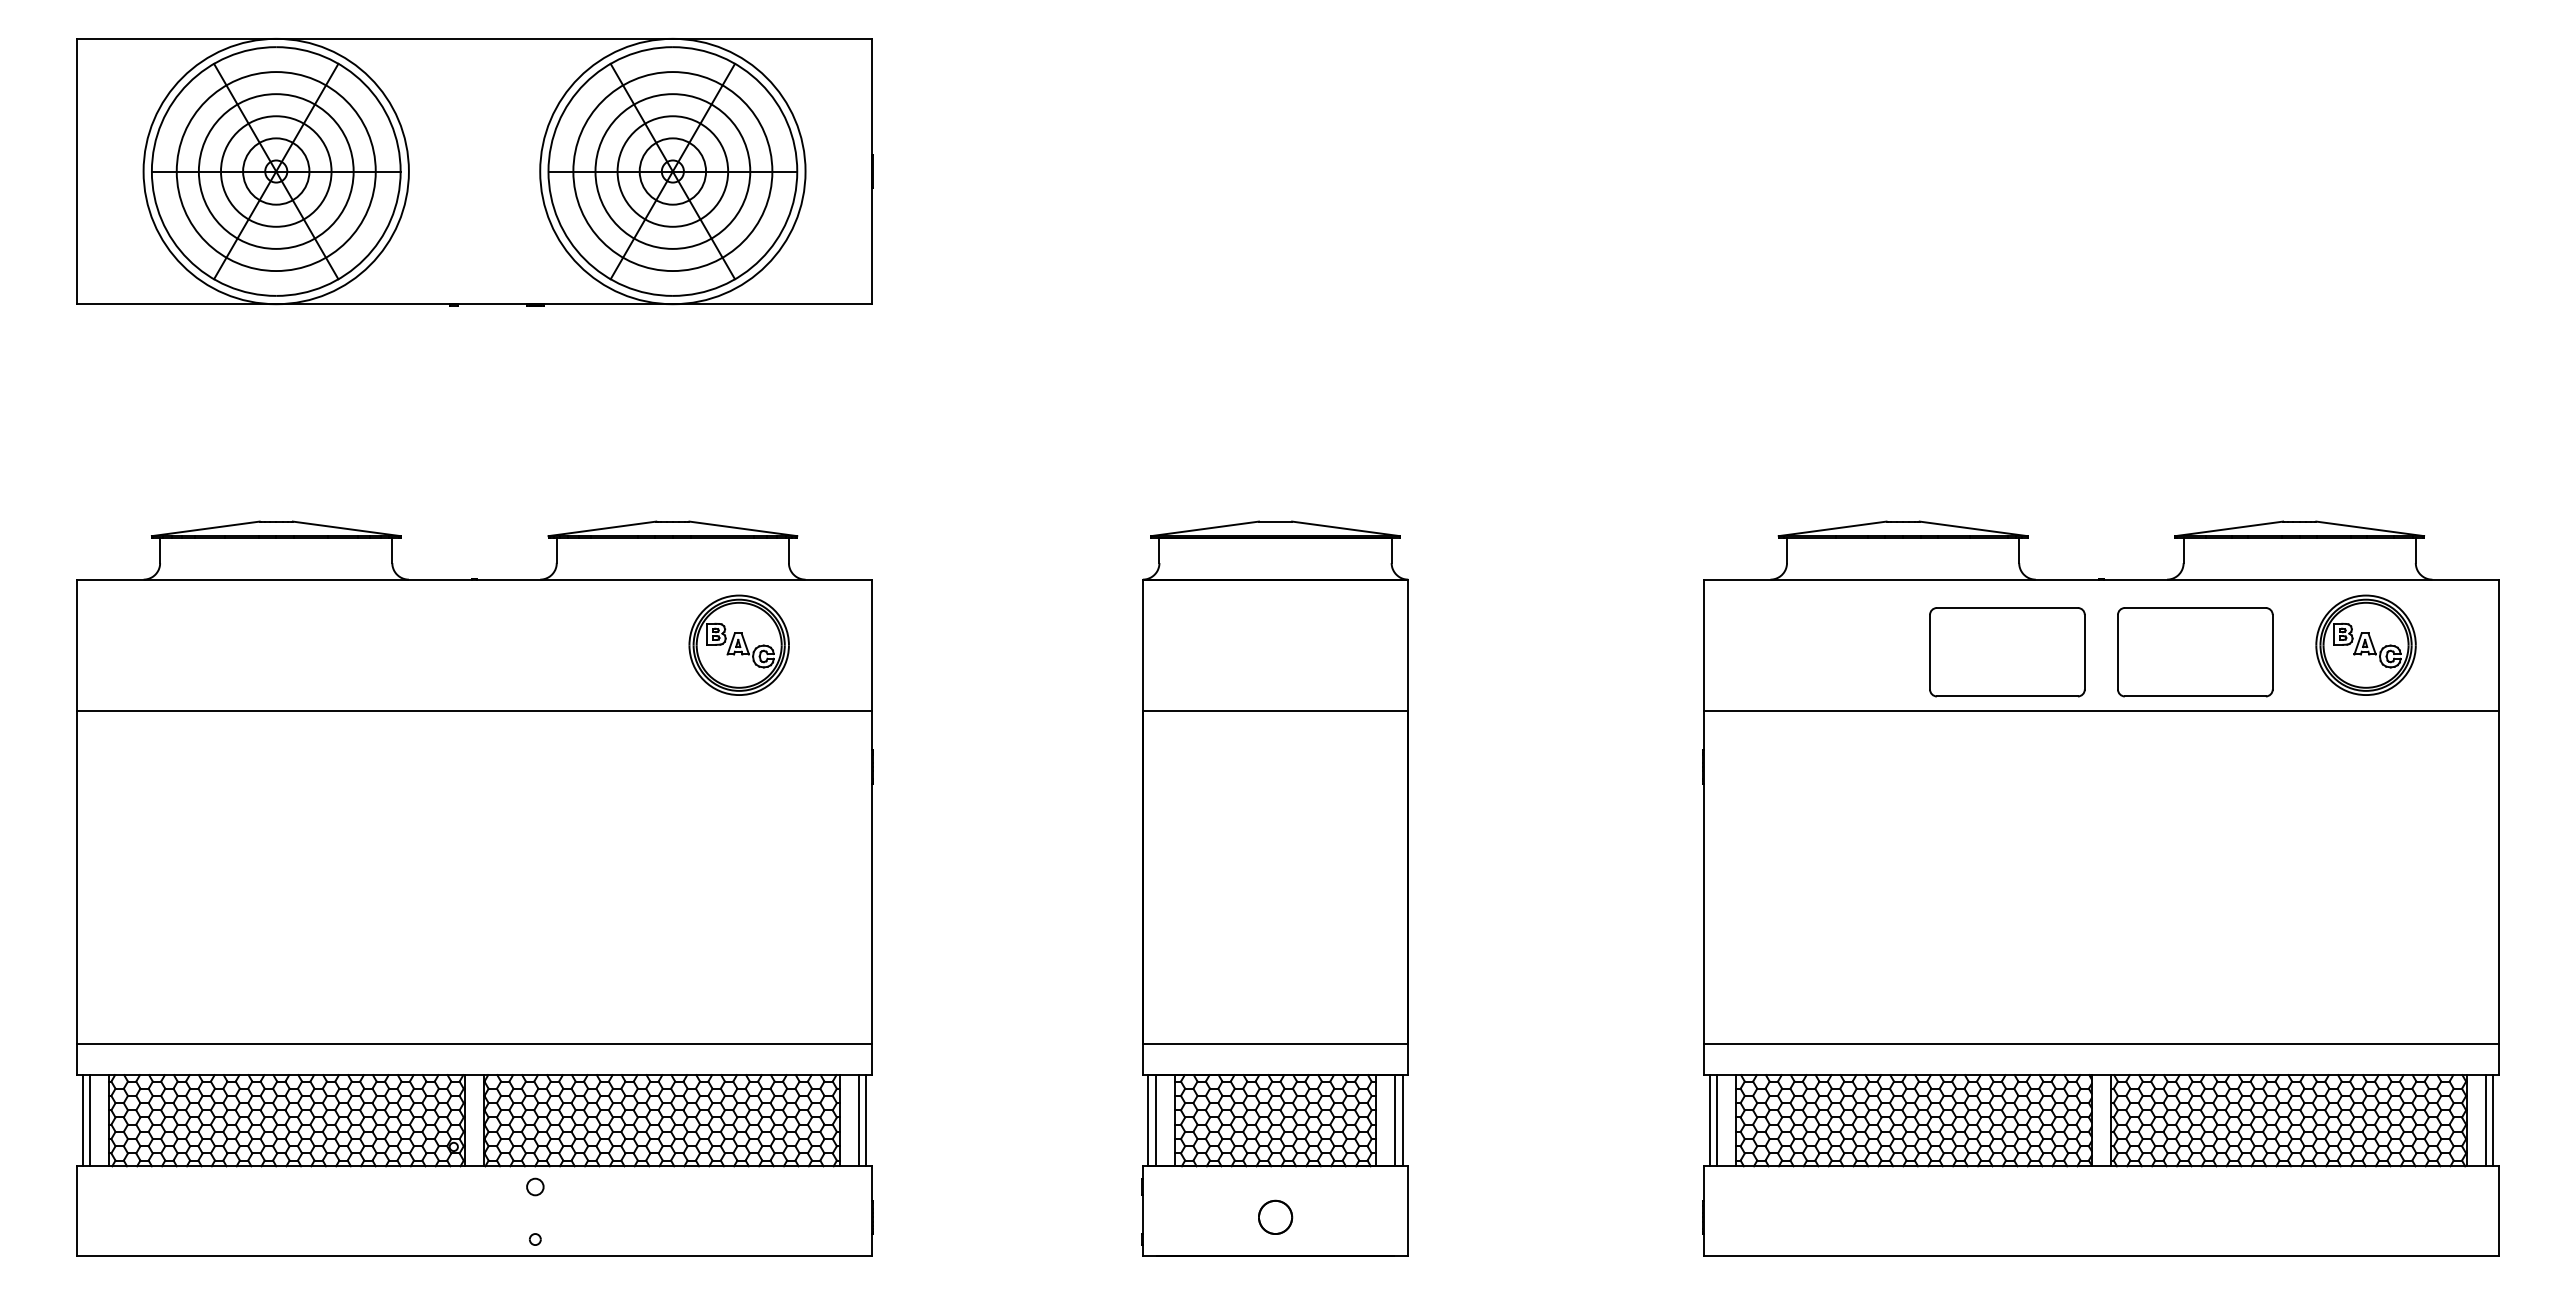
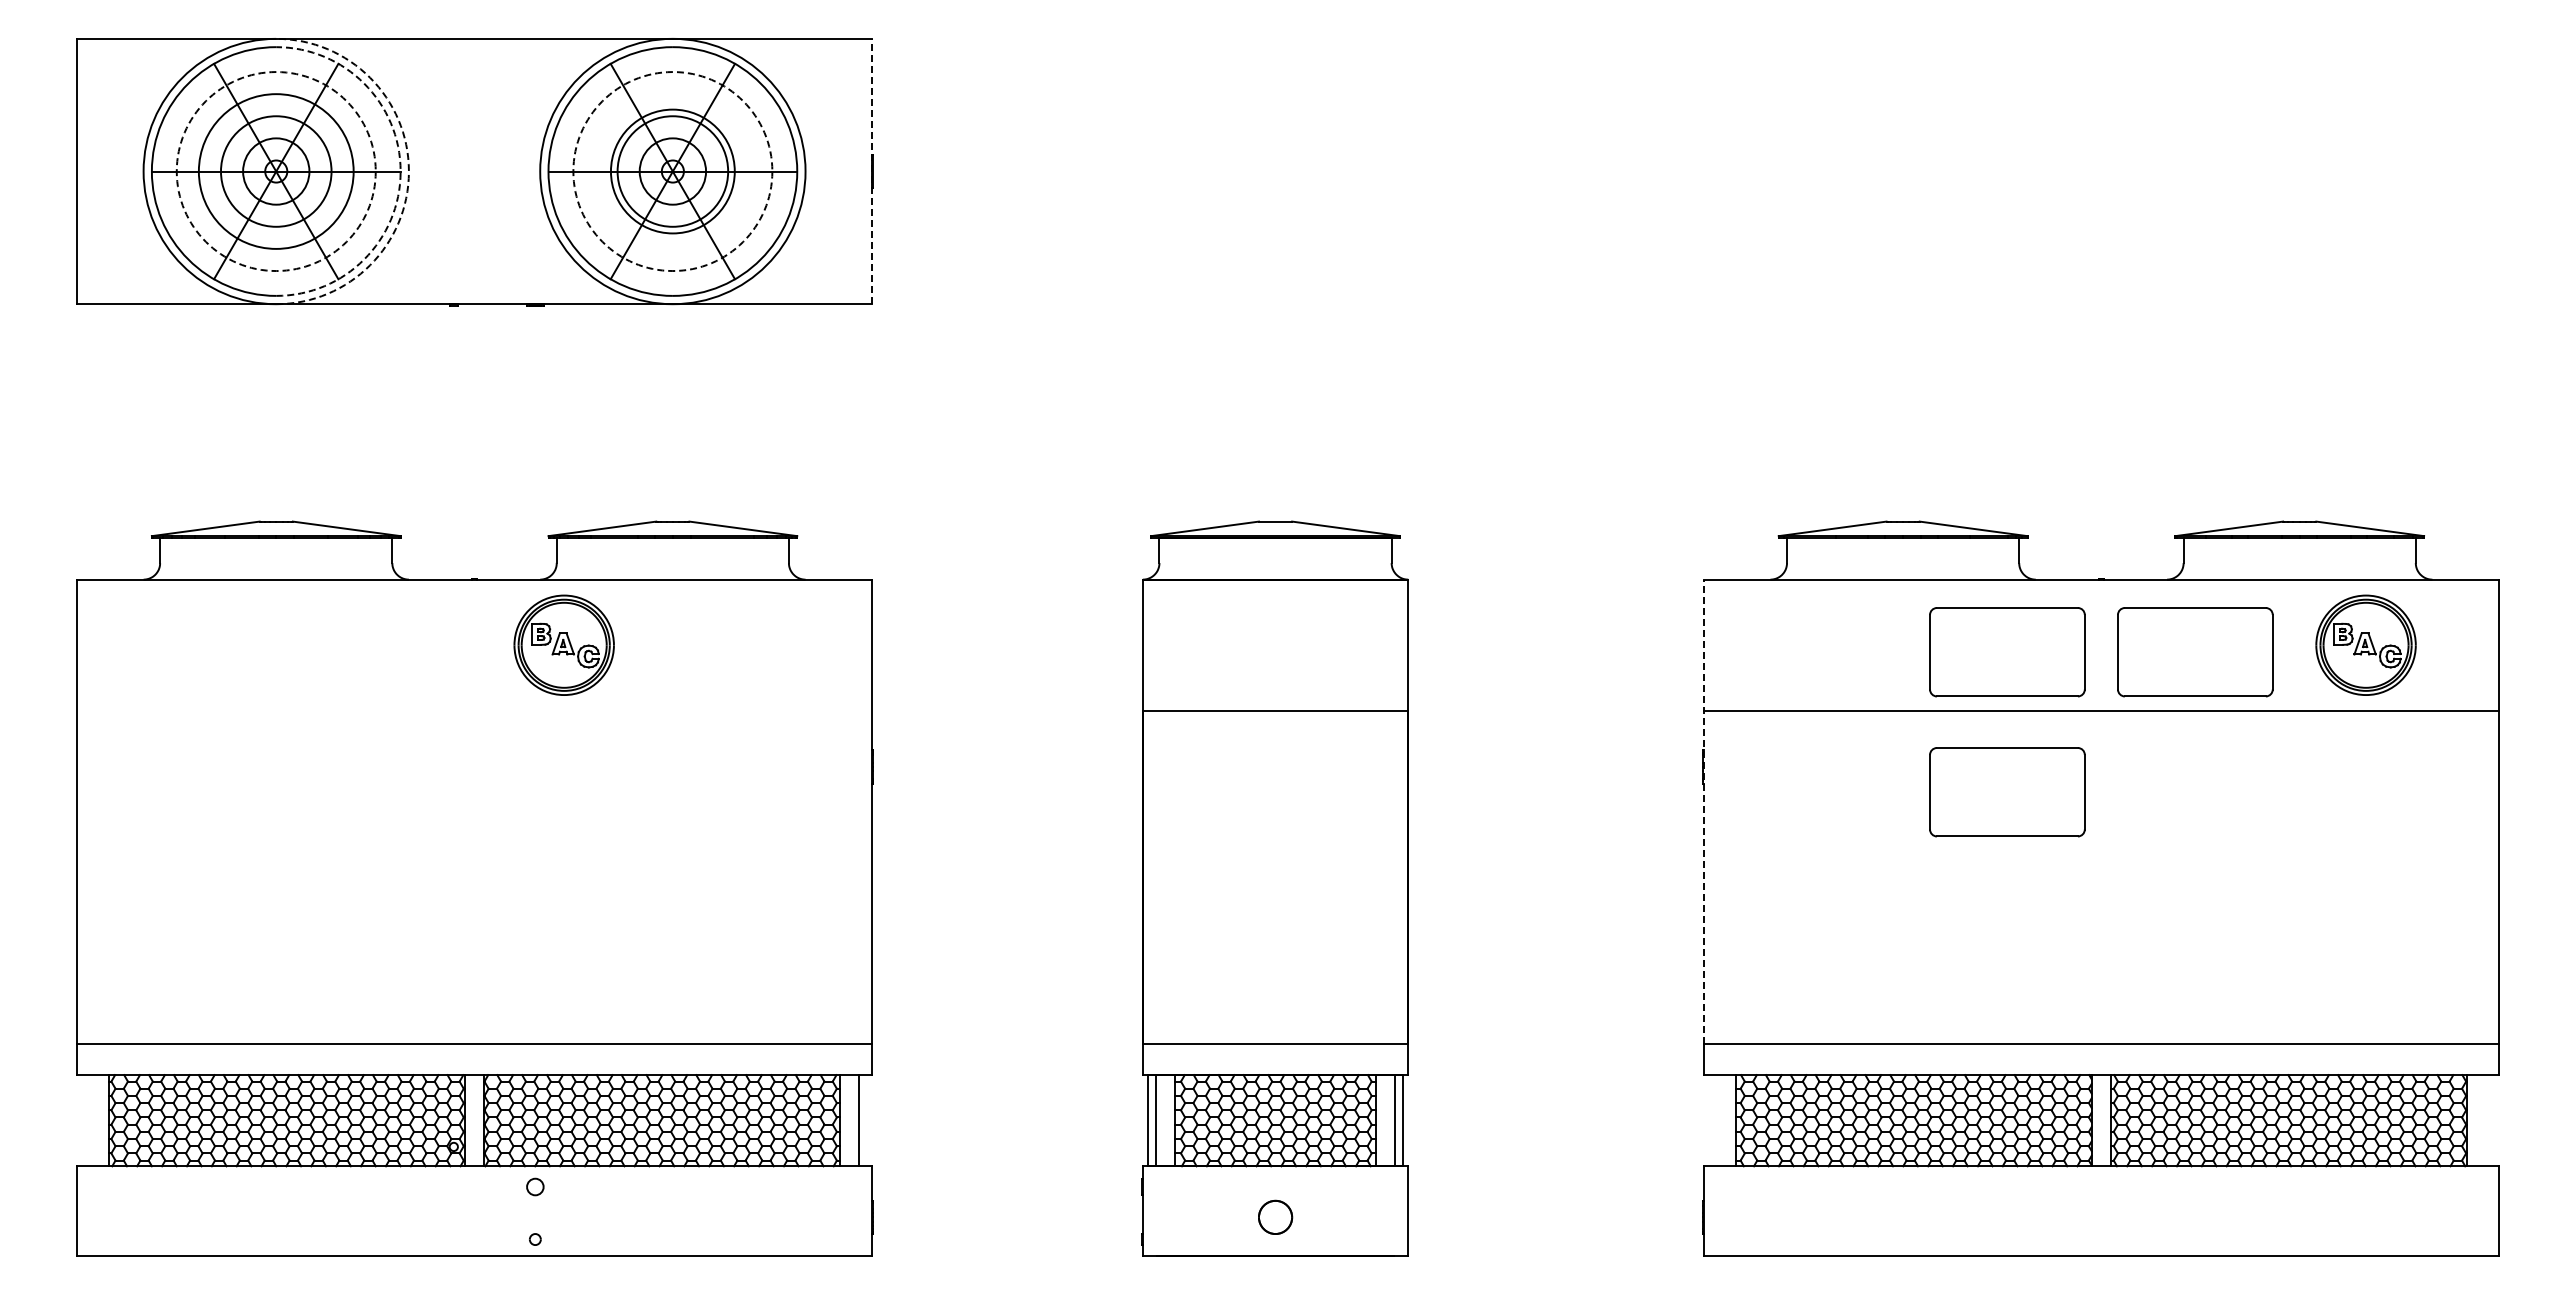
circle at (275, 171): solid -> dashed
arc at (400, 171): solid -> dashed
arc at (408, 171): solid -> dashed
circle at (672, 171) diameter: 155 px -> 124 px
circle at (672, 171): solid -> dashed
line at (871, 171): solid -> dashed
part at (738, 644) position: (738, 644) -> (563, 644)
line at (474, 710): present -> none
part at (2007, 792): none -> present
line at (1704, 811): solid -> dashed
line at (82, 1120): present -> none
line at (90, 1120): present -> none
line at (866, 1120): present -> none
line at (1709, 1120): present -> none
line at (1717, 1120): present -> none
line at (2485, 1120): present -> none
line at (2493, 1120): present -> none
